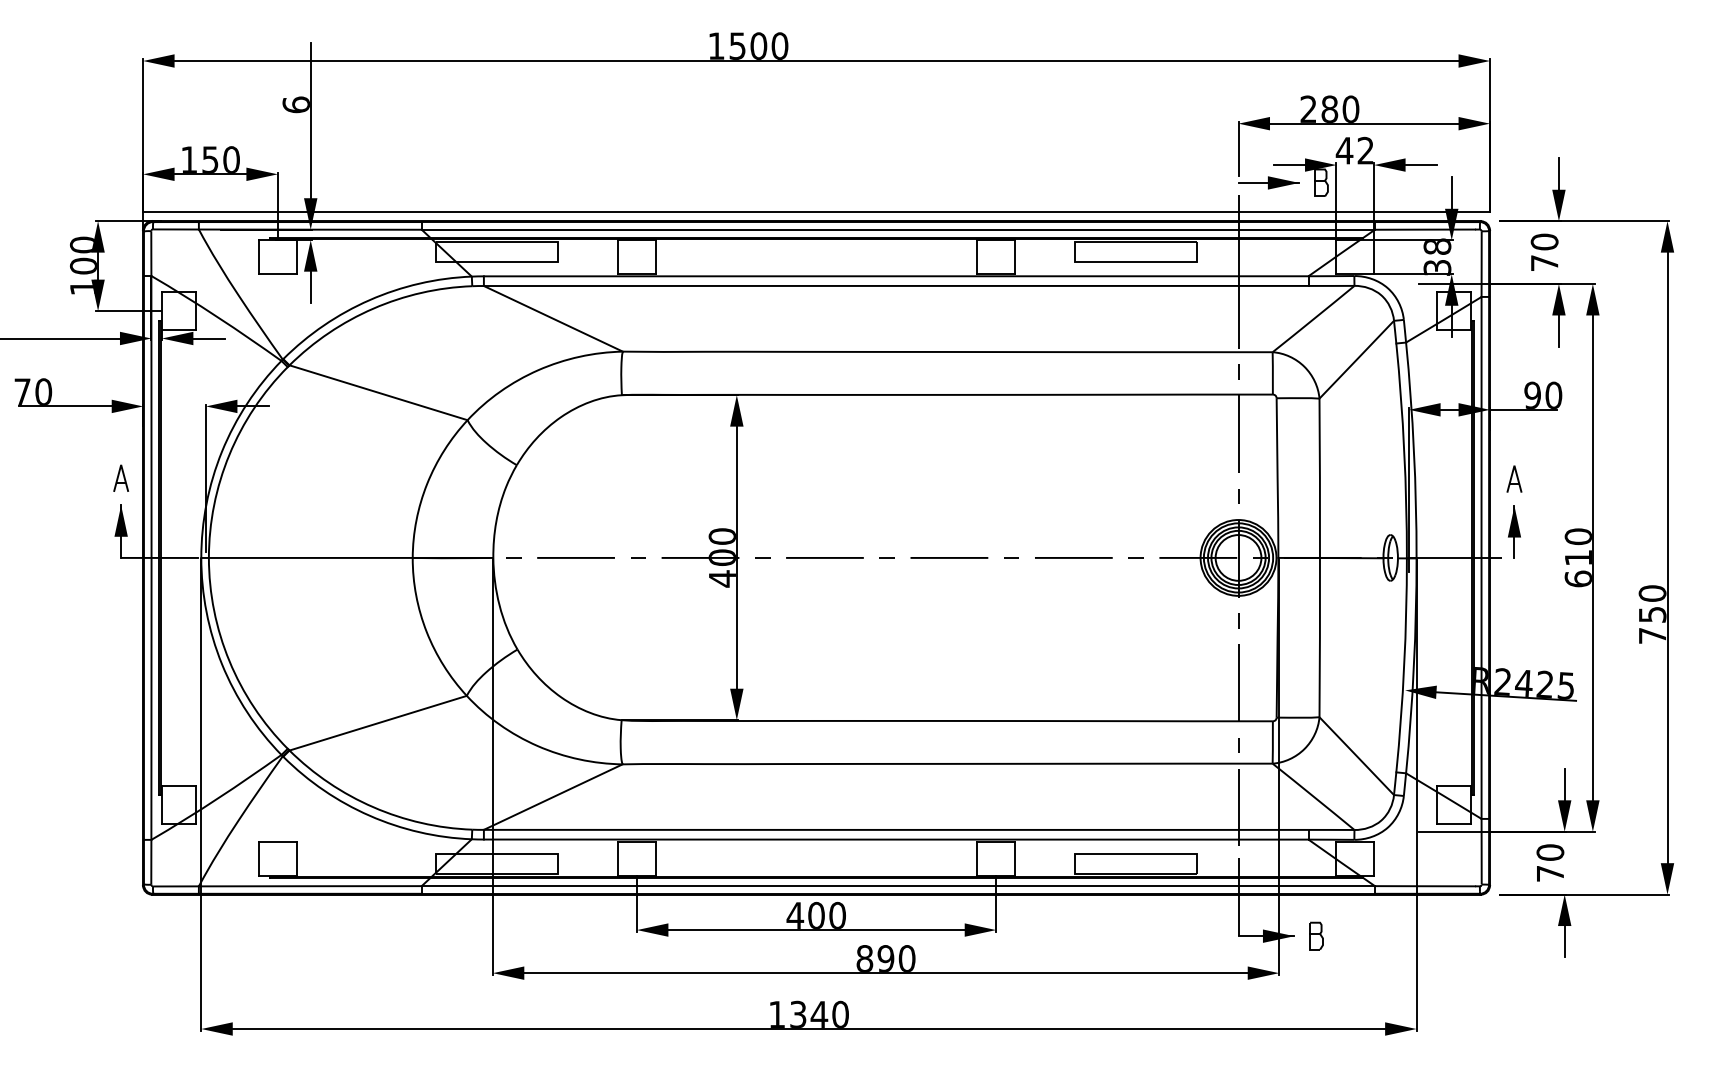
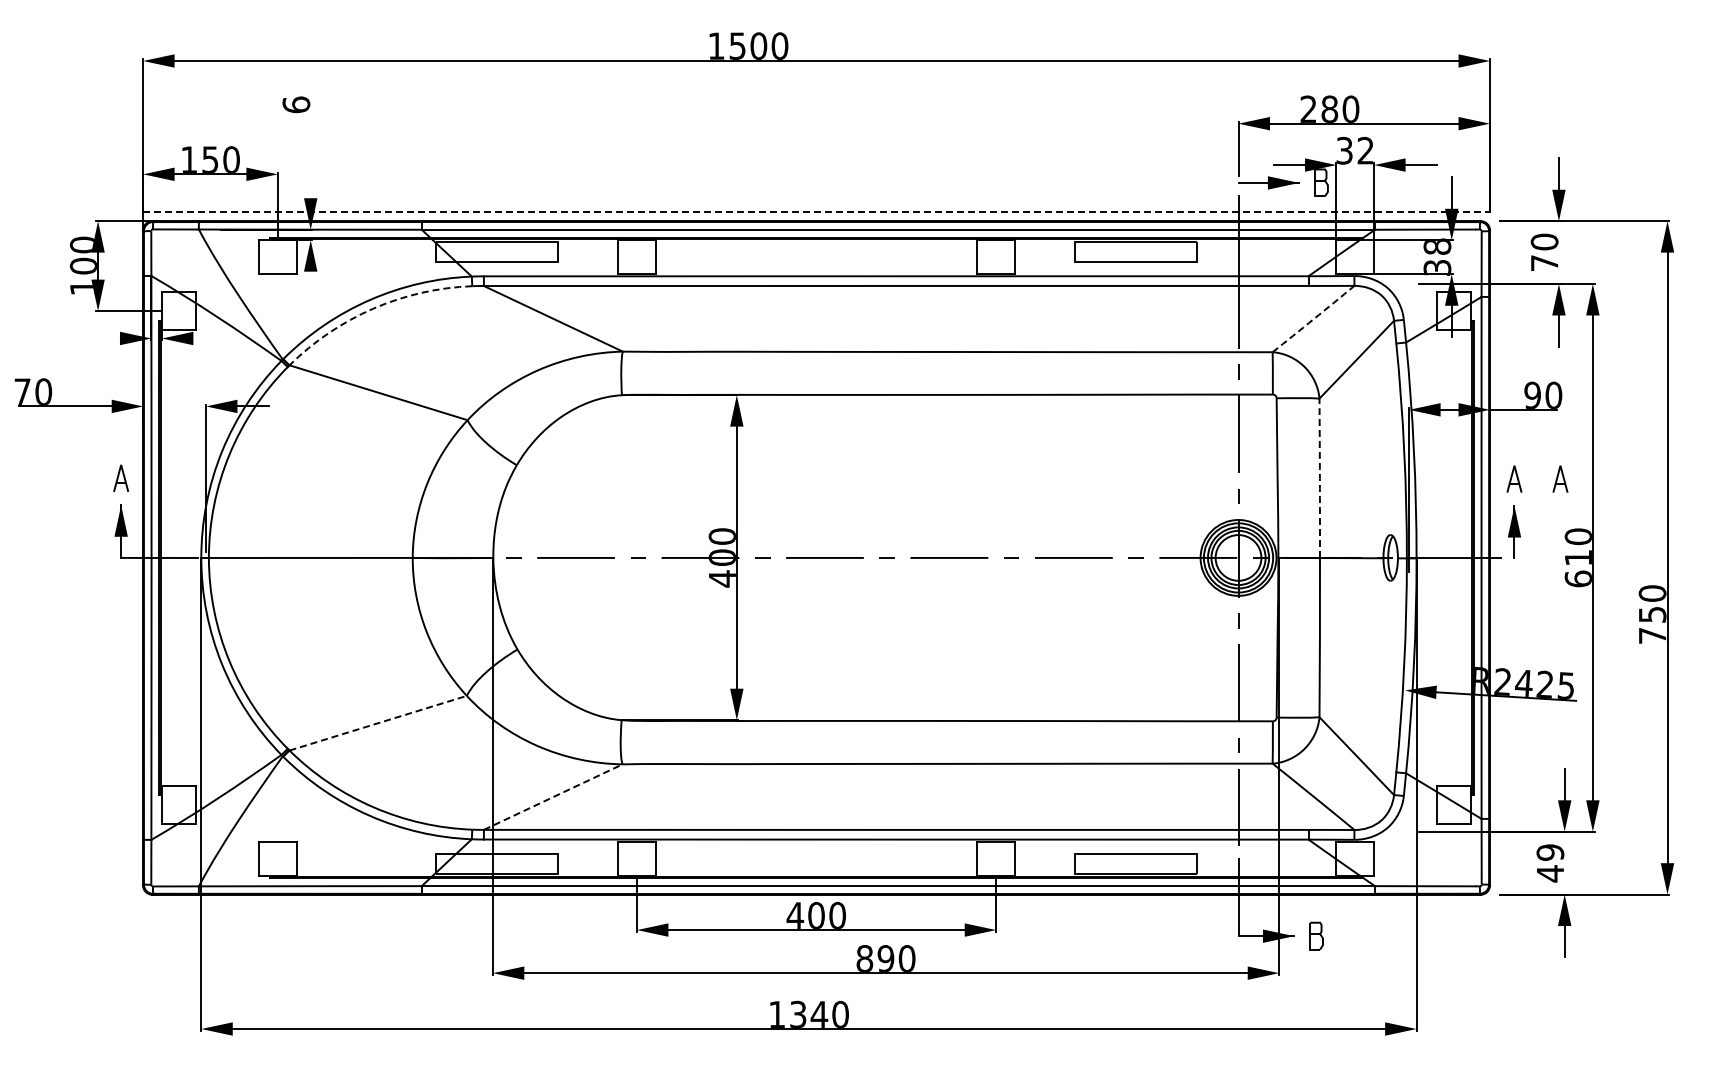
line at (310, 120): present -> none
text at (1344, 150): 42 -> 32
line at (817, 212): solid -> dashed
line at (310, 287): present -> none
arc at (373, 308): solid -> dashed
arc at (1313, 319): solid -> dashed
line at (60, 338): present -> none
line at (208, 338): present -> none
arc at (1319, 478): solid -> dashed
part at (1560, 478): none -> present
line at (378, 723): solid -> dashed
line at (553, 797): solid -> dashed
text at (1550, 863): 70 -> 49
